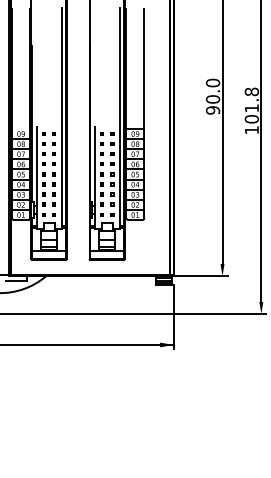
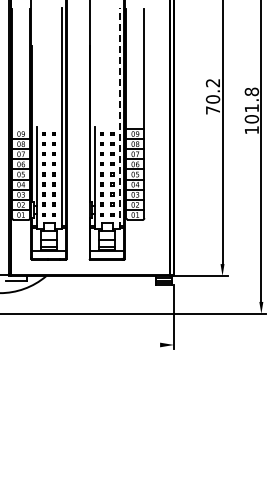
text at (212, 96): 90.0 -> 70.2
line at (119, 118): solid -> dashed
line at (88, 344): present -> none
